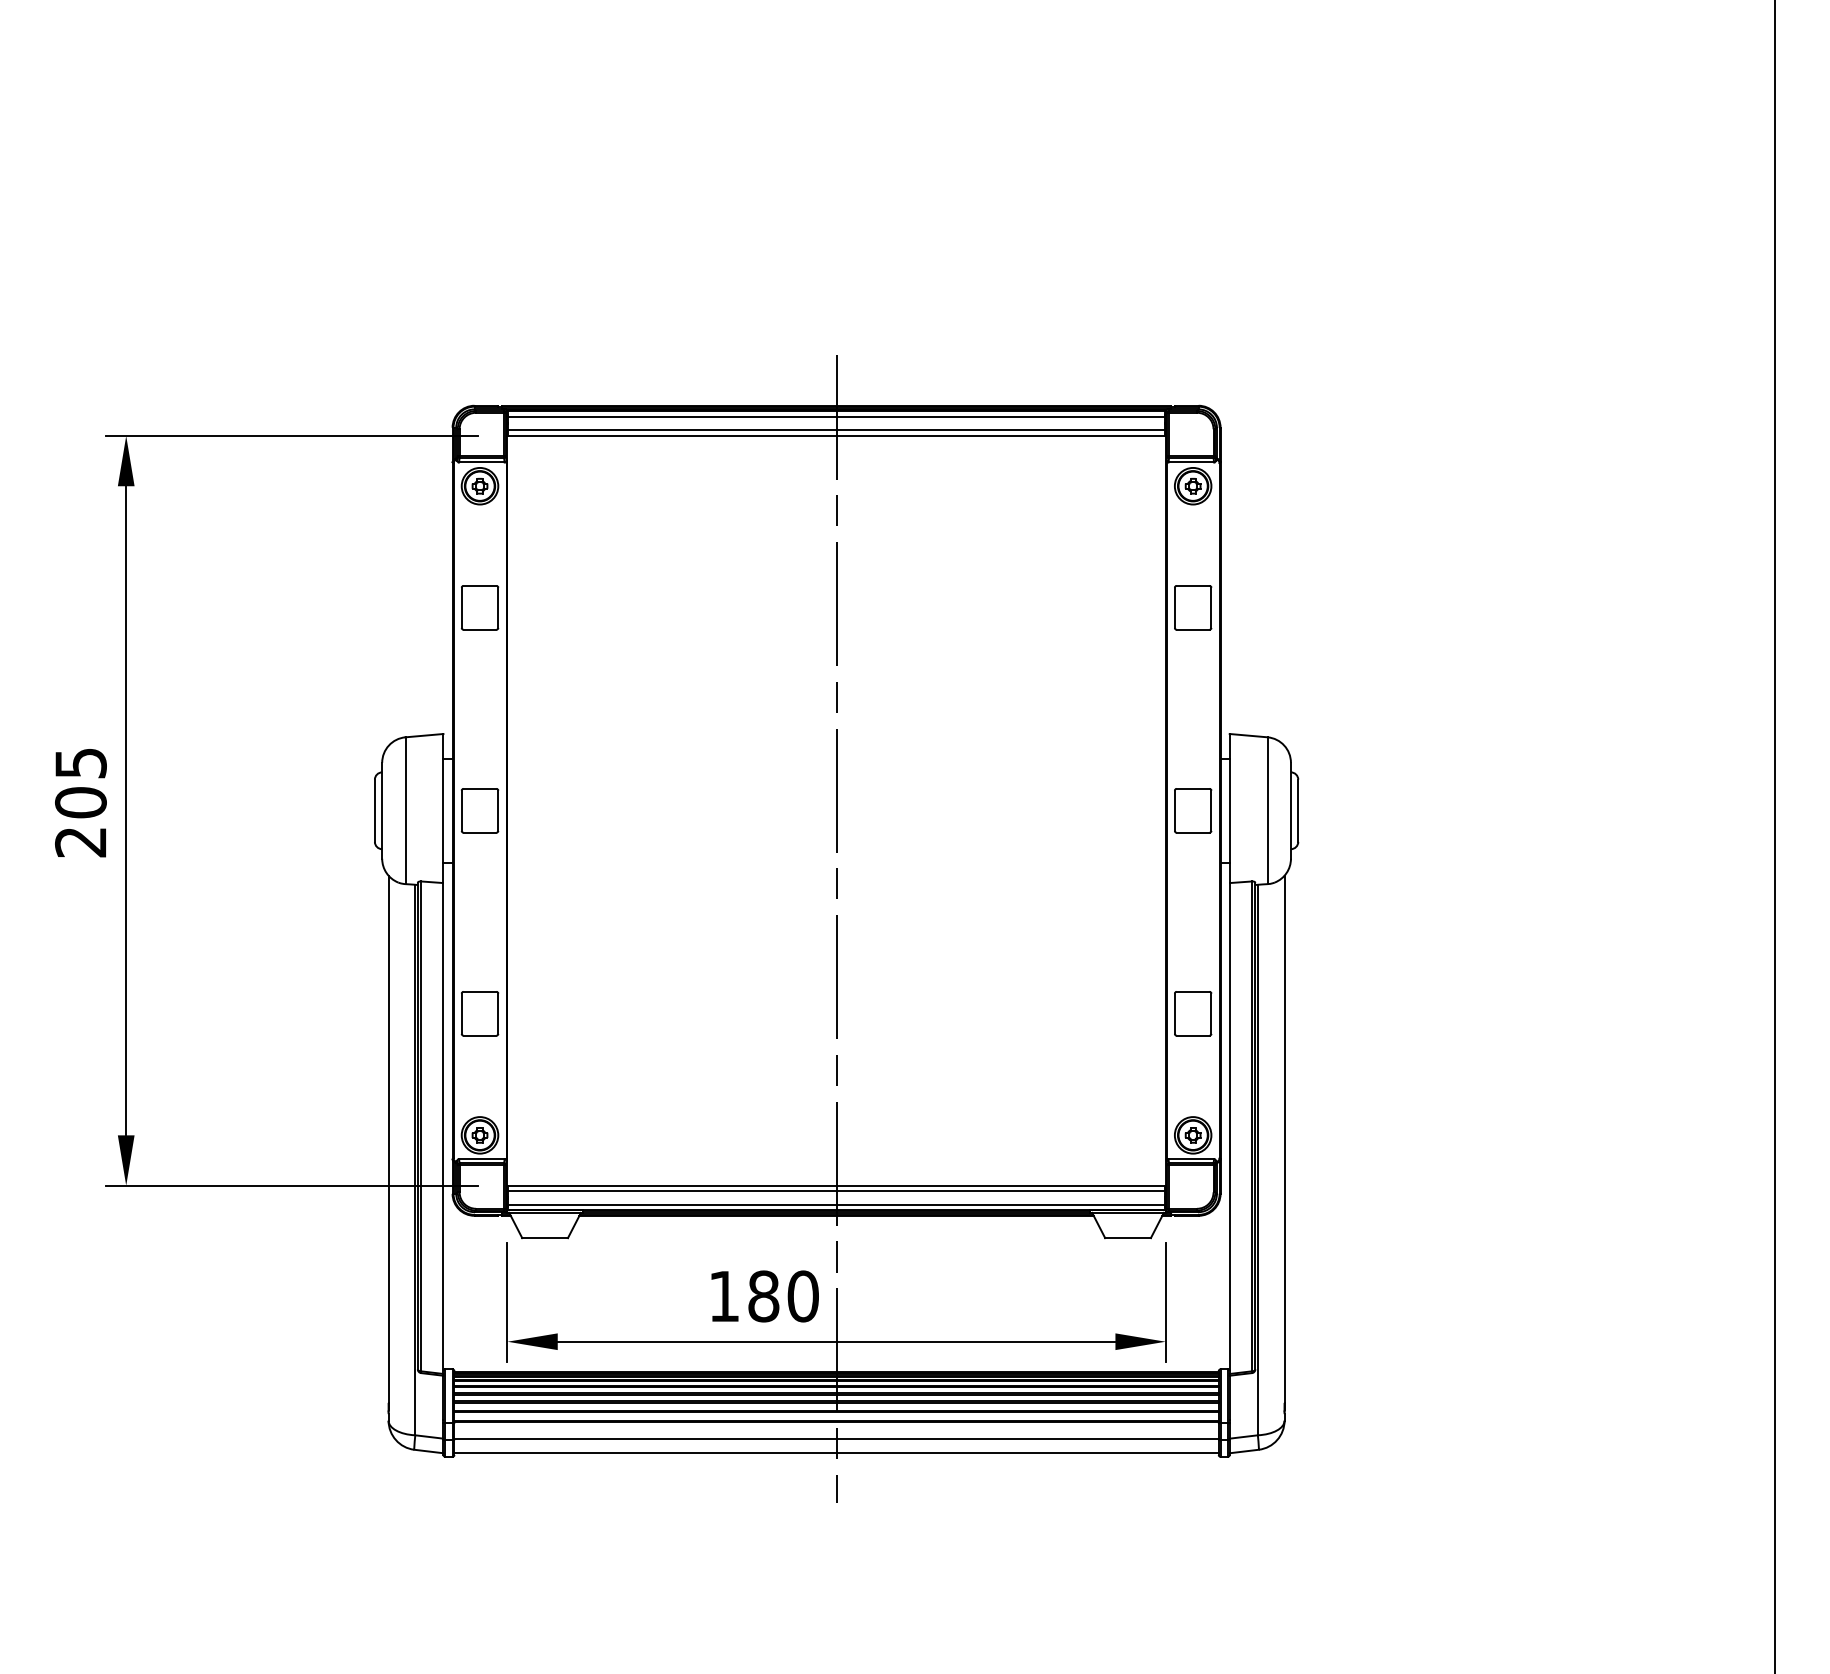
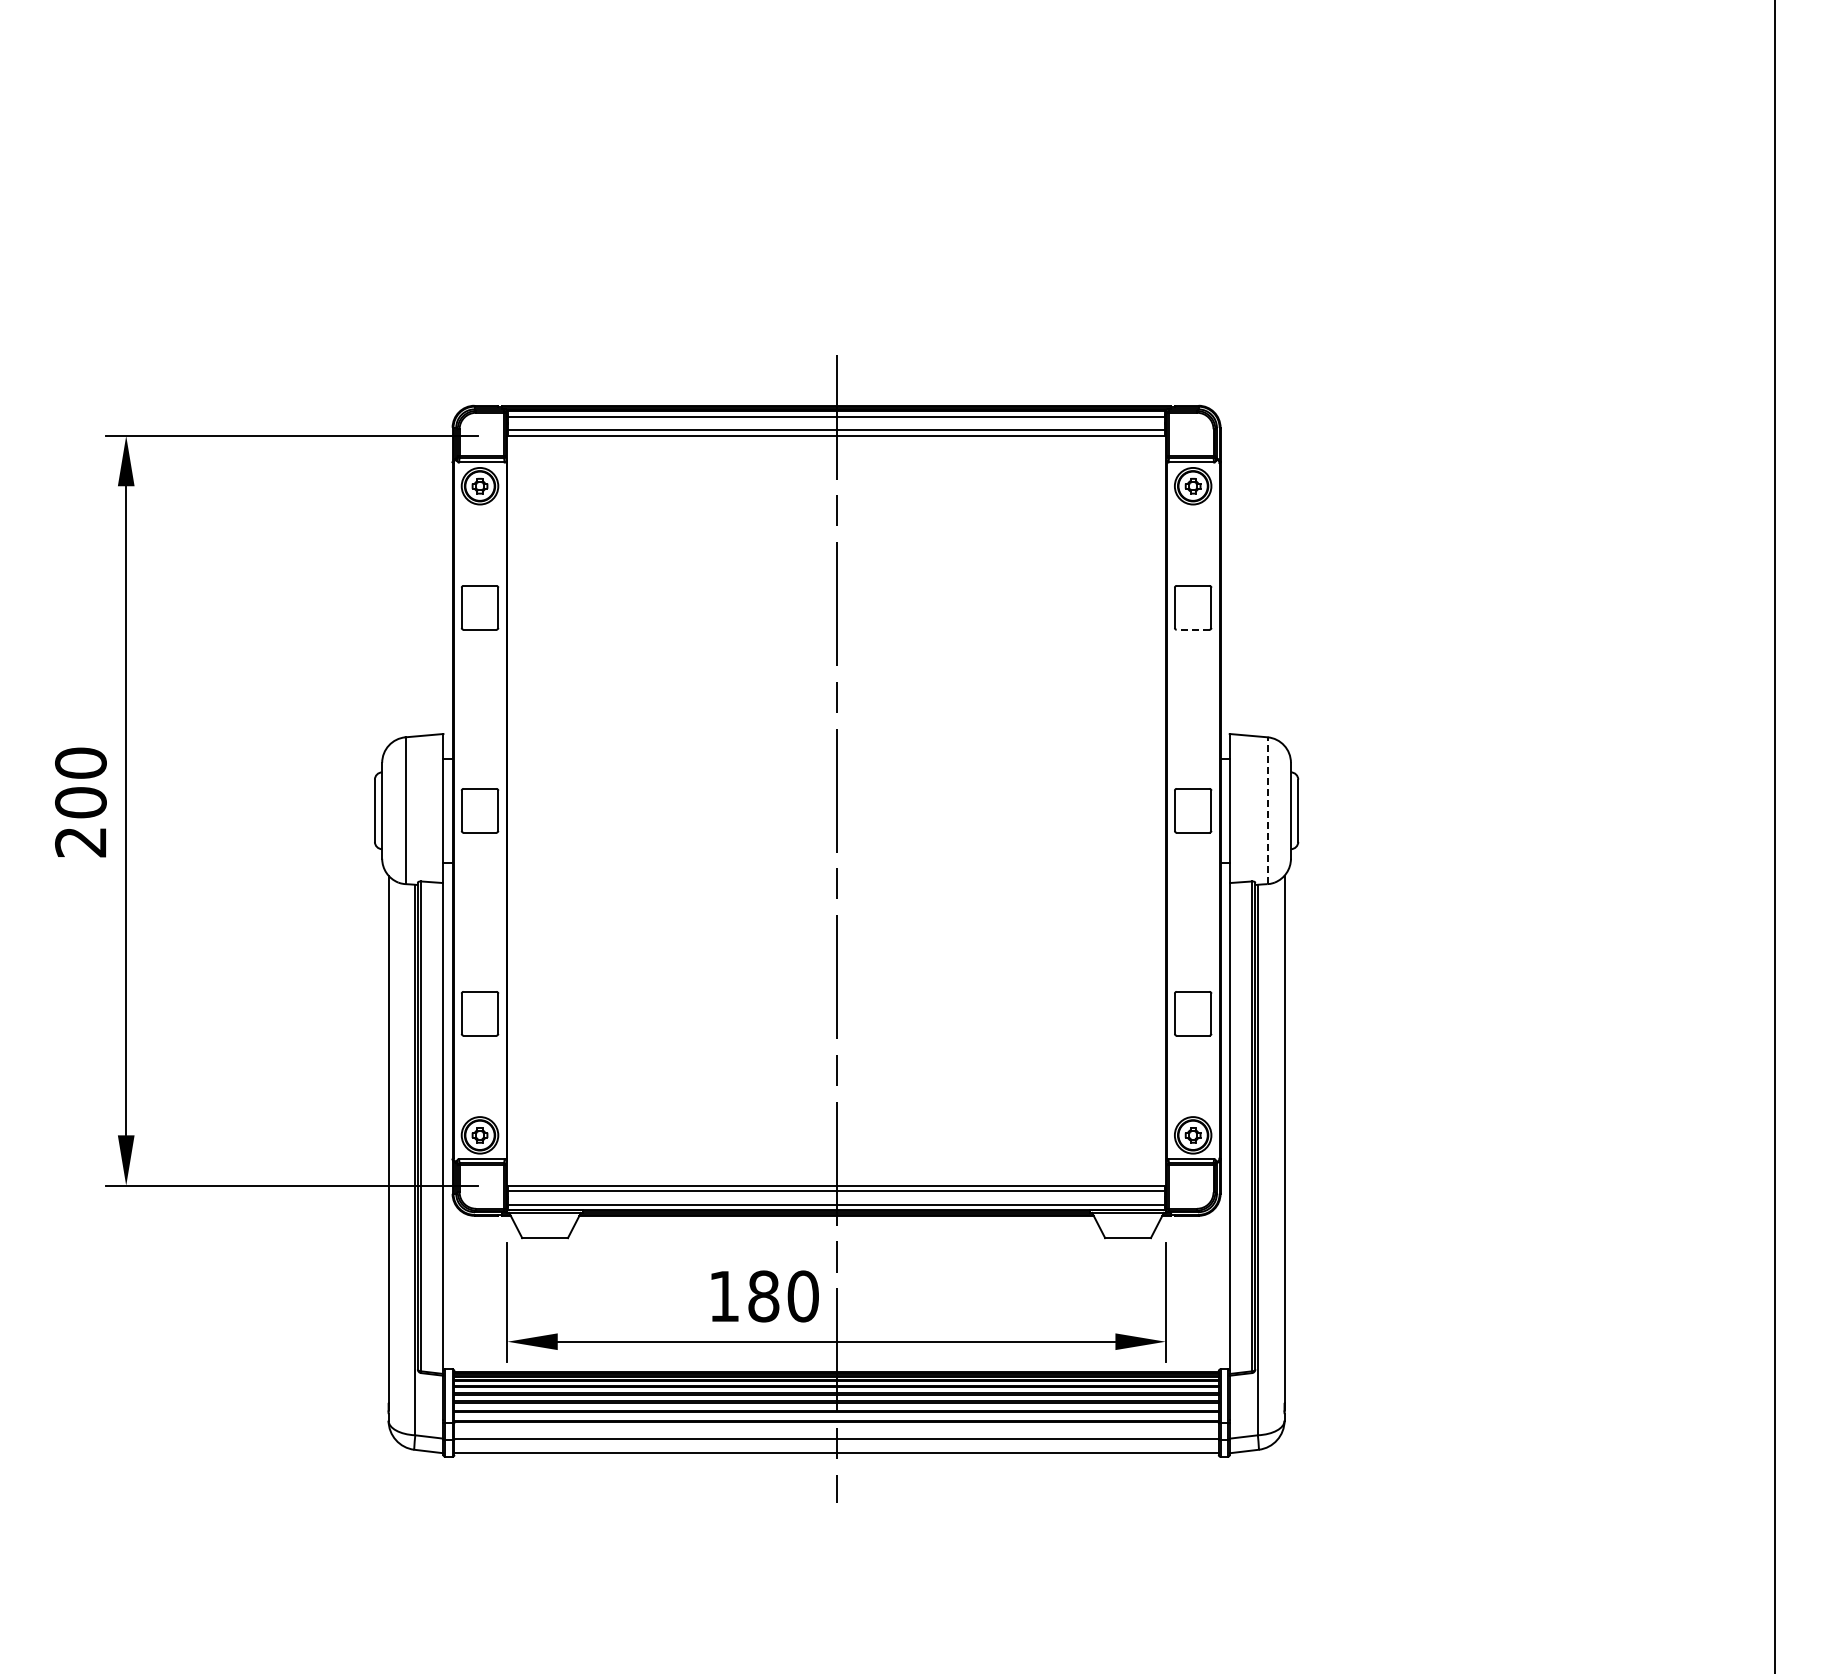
line at (1192, 629): solid -> dashed
text at (80, 762): 205 -> 200
line at (1267, 810): solid -> dashed
